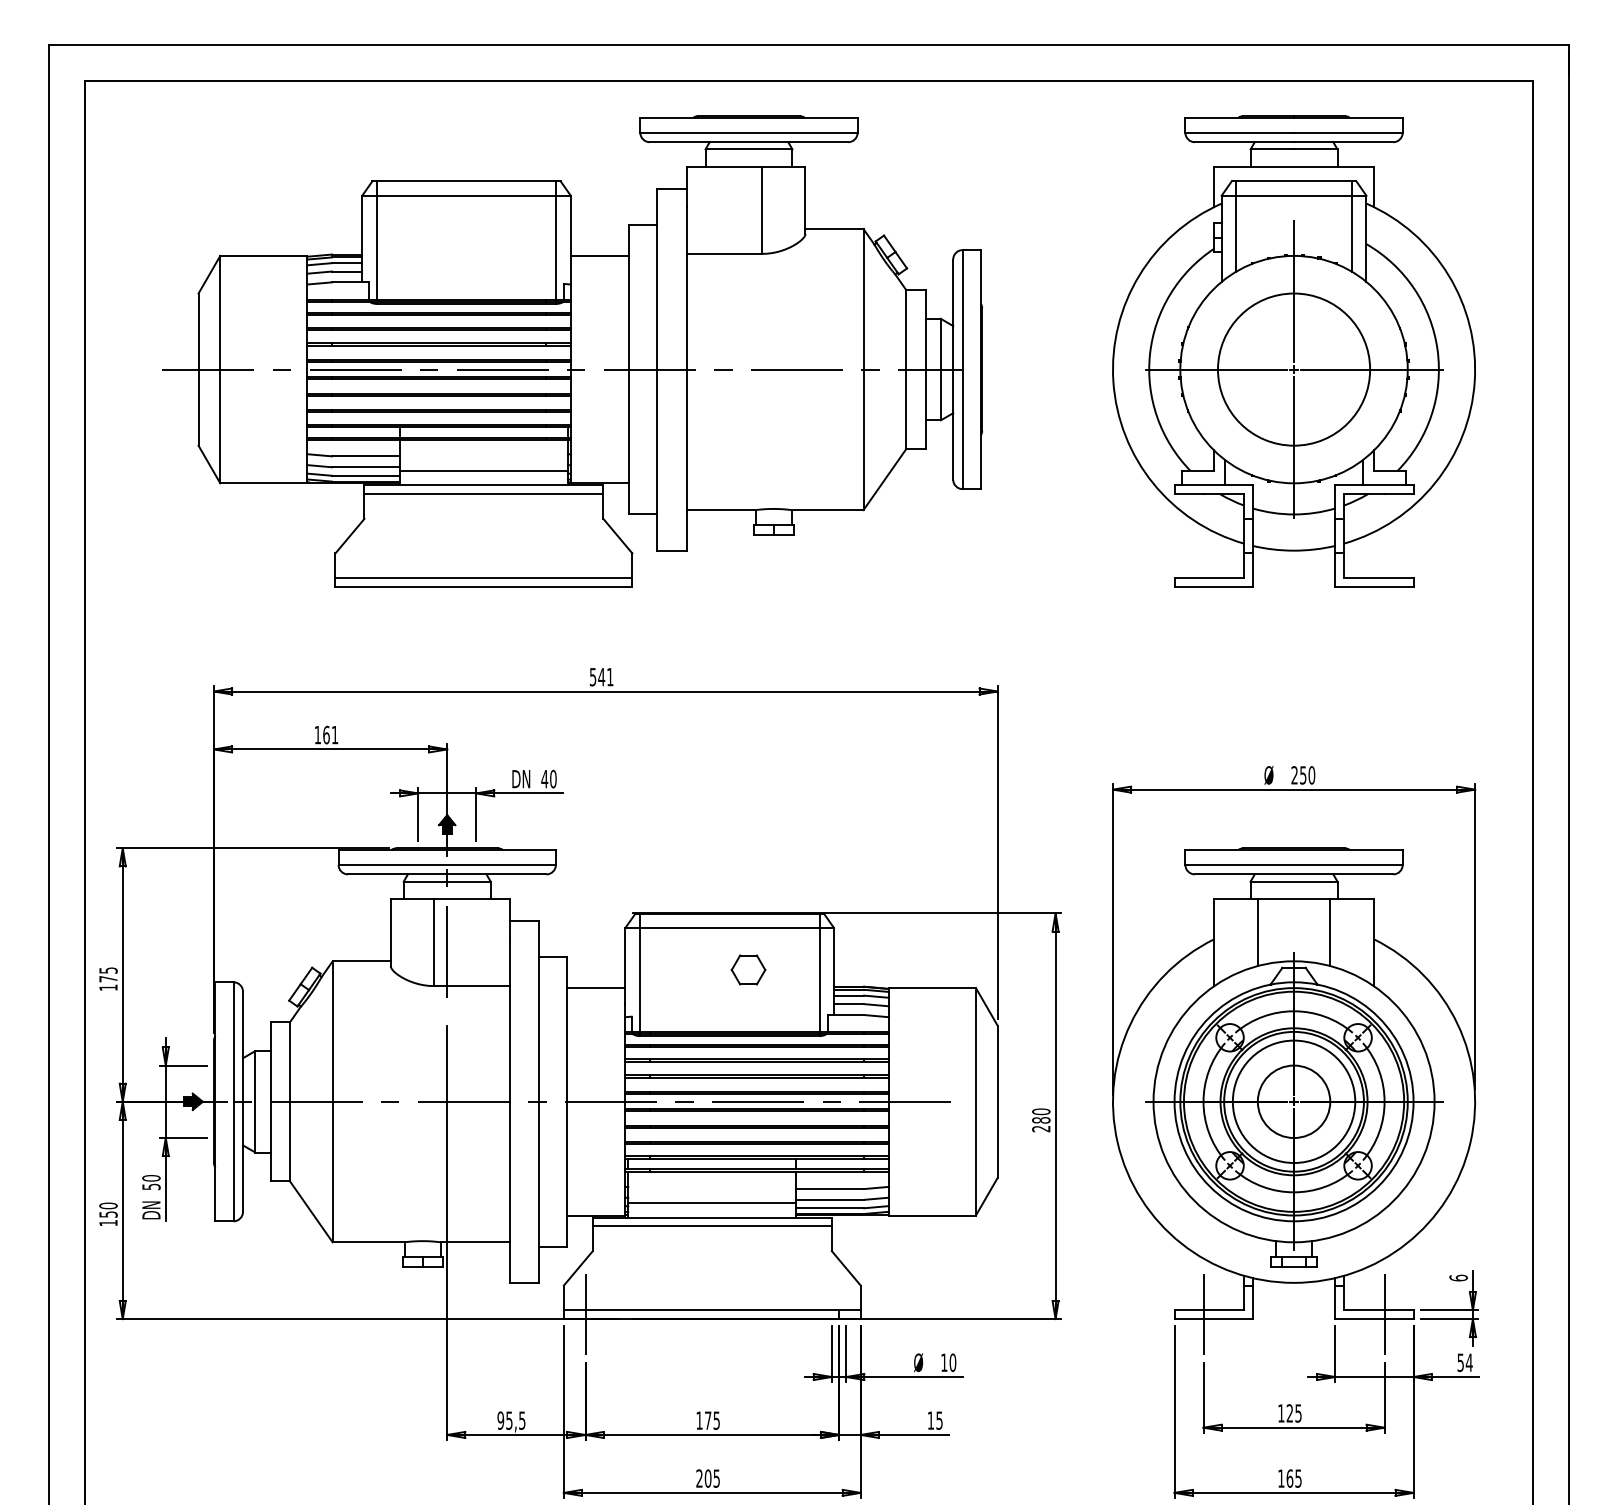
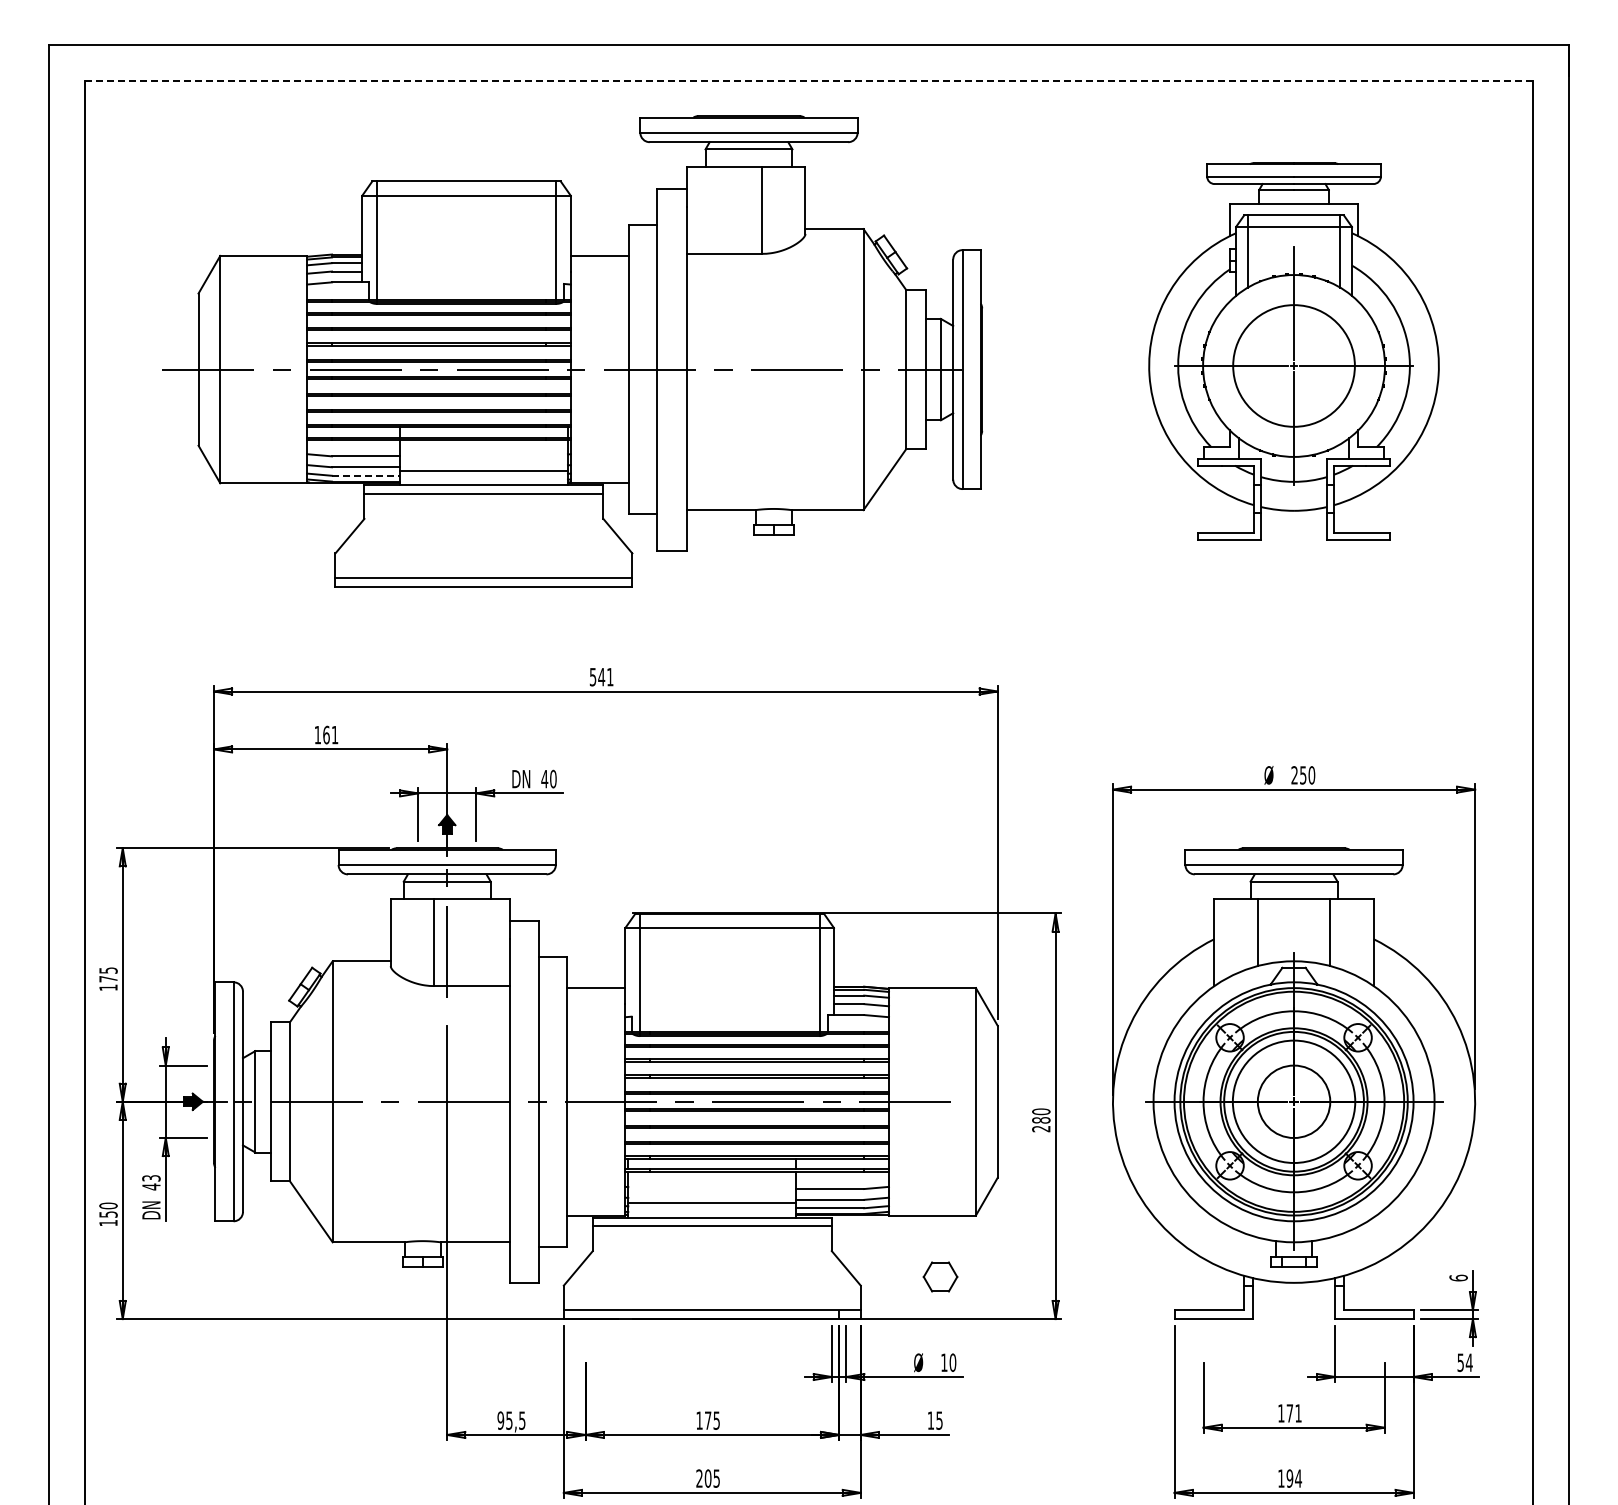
line at (808, 81): solid -> dashed
part at (1293, 351) size: 364x473 px -> 292x379 px
line at (365, 475): solid -> dashed
part at (748, 969) position: (748, 969) -> (940, 1276)
text at (151, 1182): 50 -> 43
line at (585, 1314): present -> none
line at (1203, 1314): present -> none
line at (1384, 1314): present -> none
text at (1293, 1413): 125 -> 171
text at (1294, 1478): 165 -> 194
